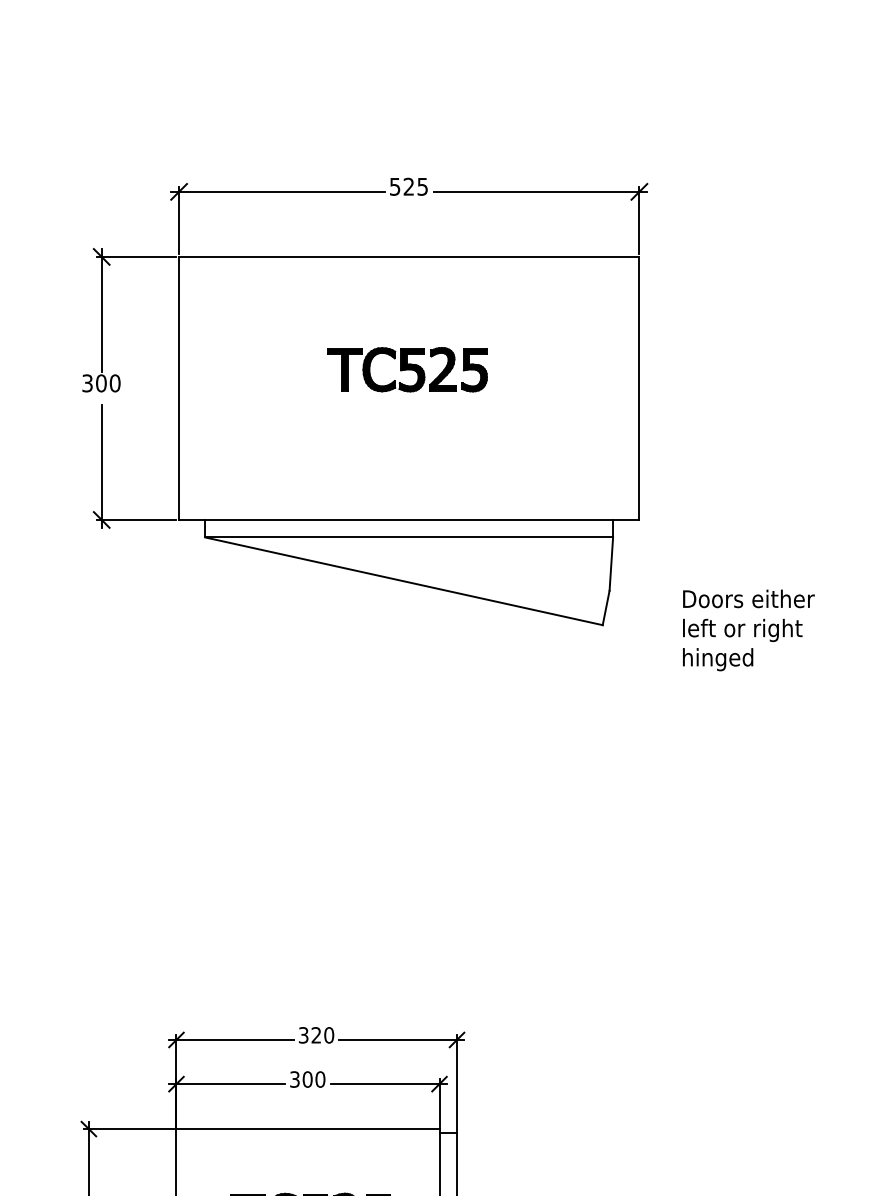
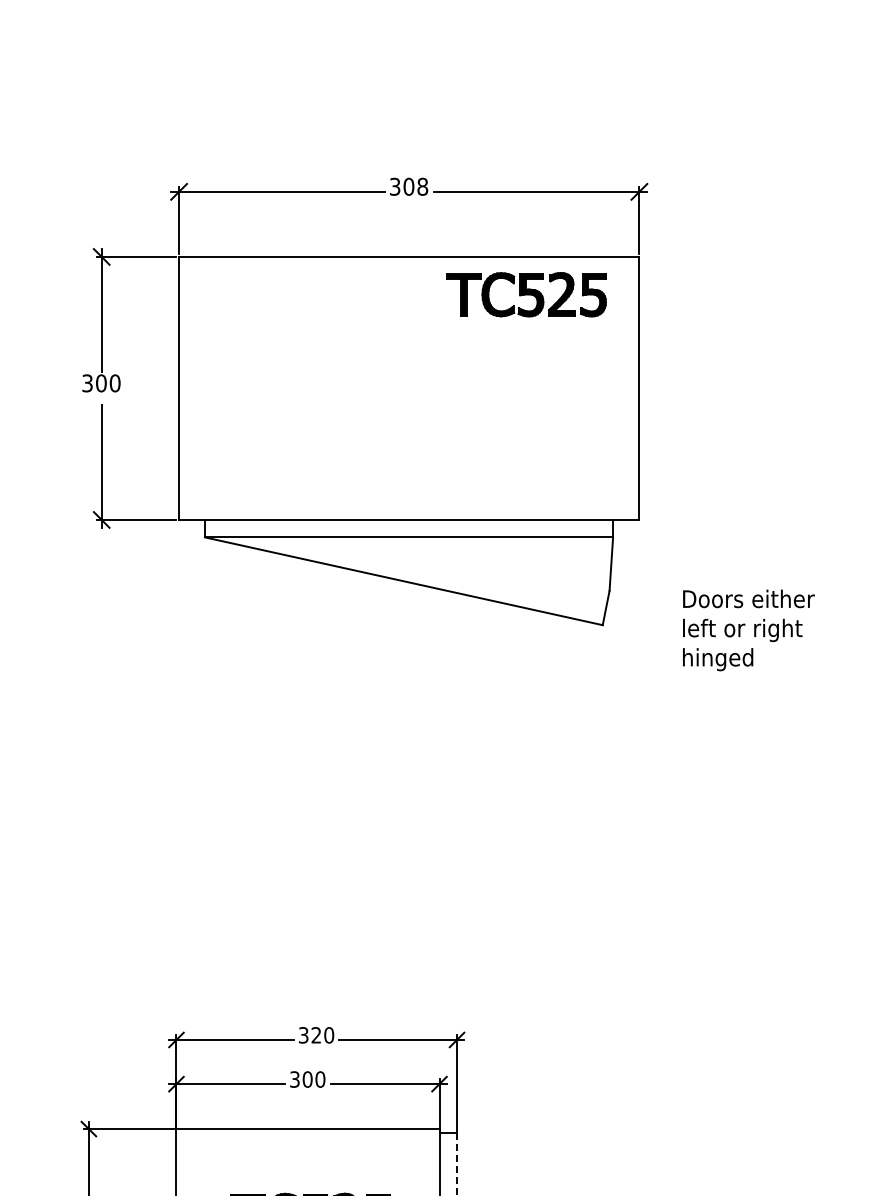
text at (409, 186): 525 -> 308
part at (407, 369) position: (407, 369) -> (526, 294)
line at (457, 1164): solid -> dashed
